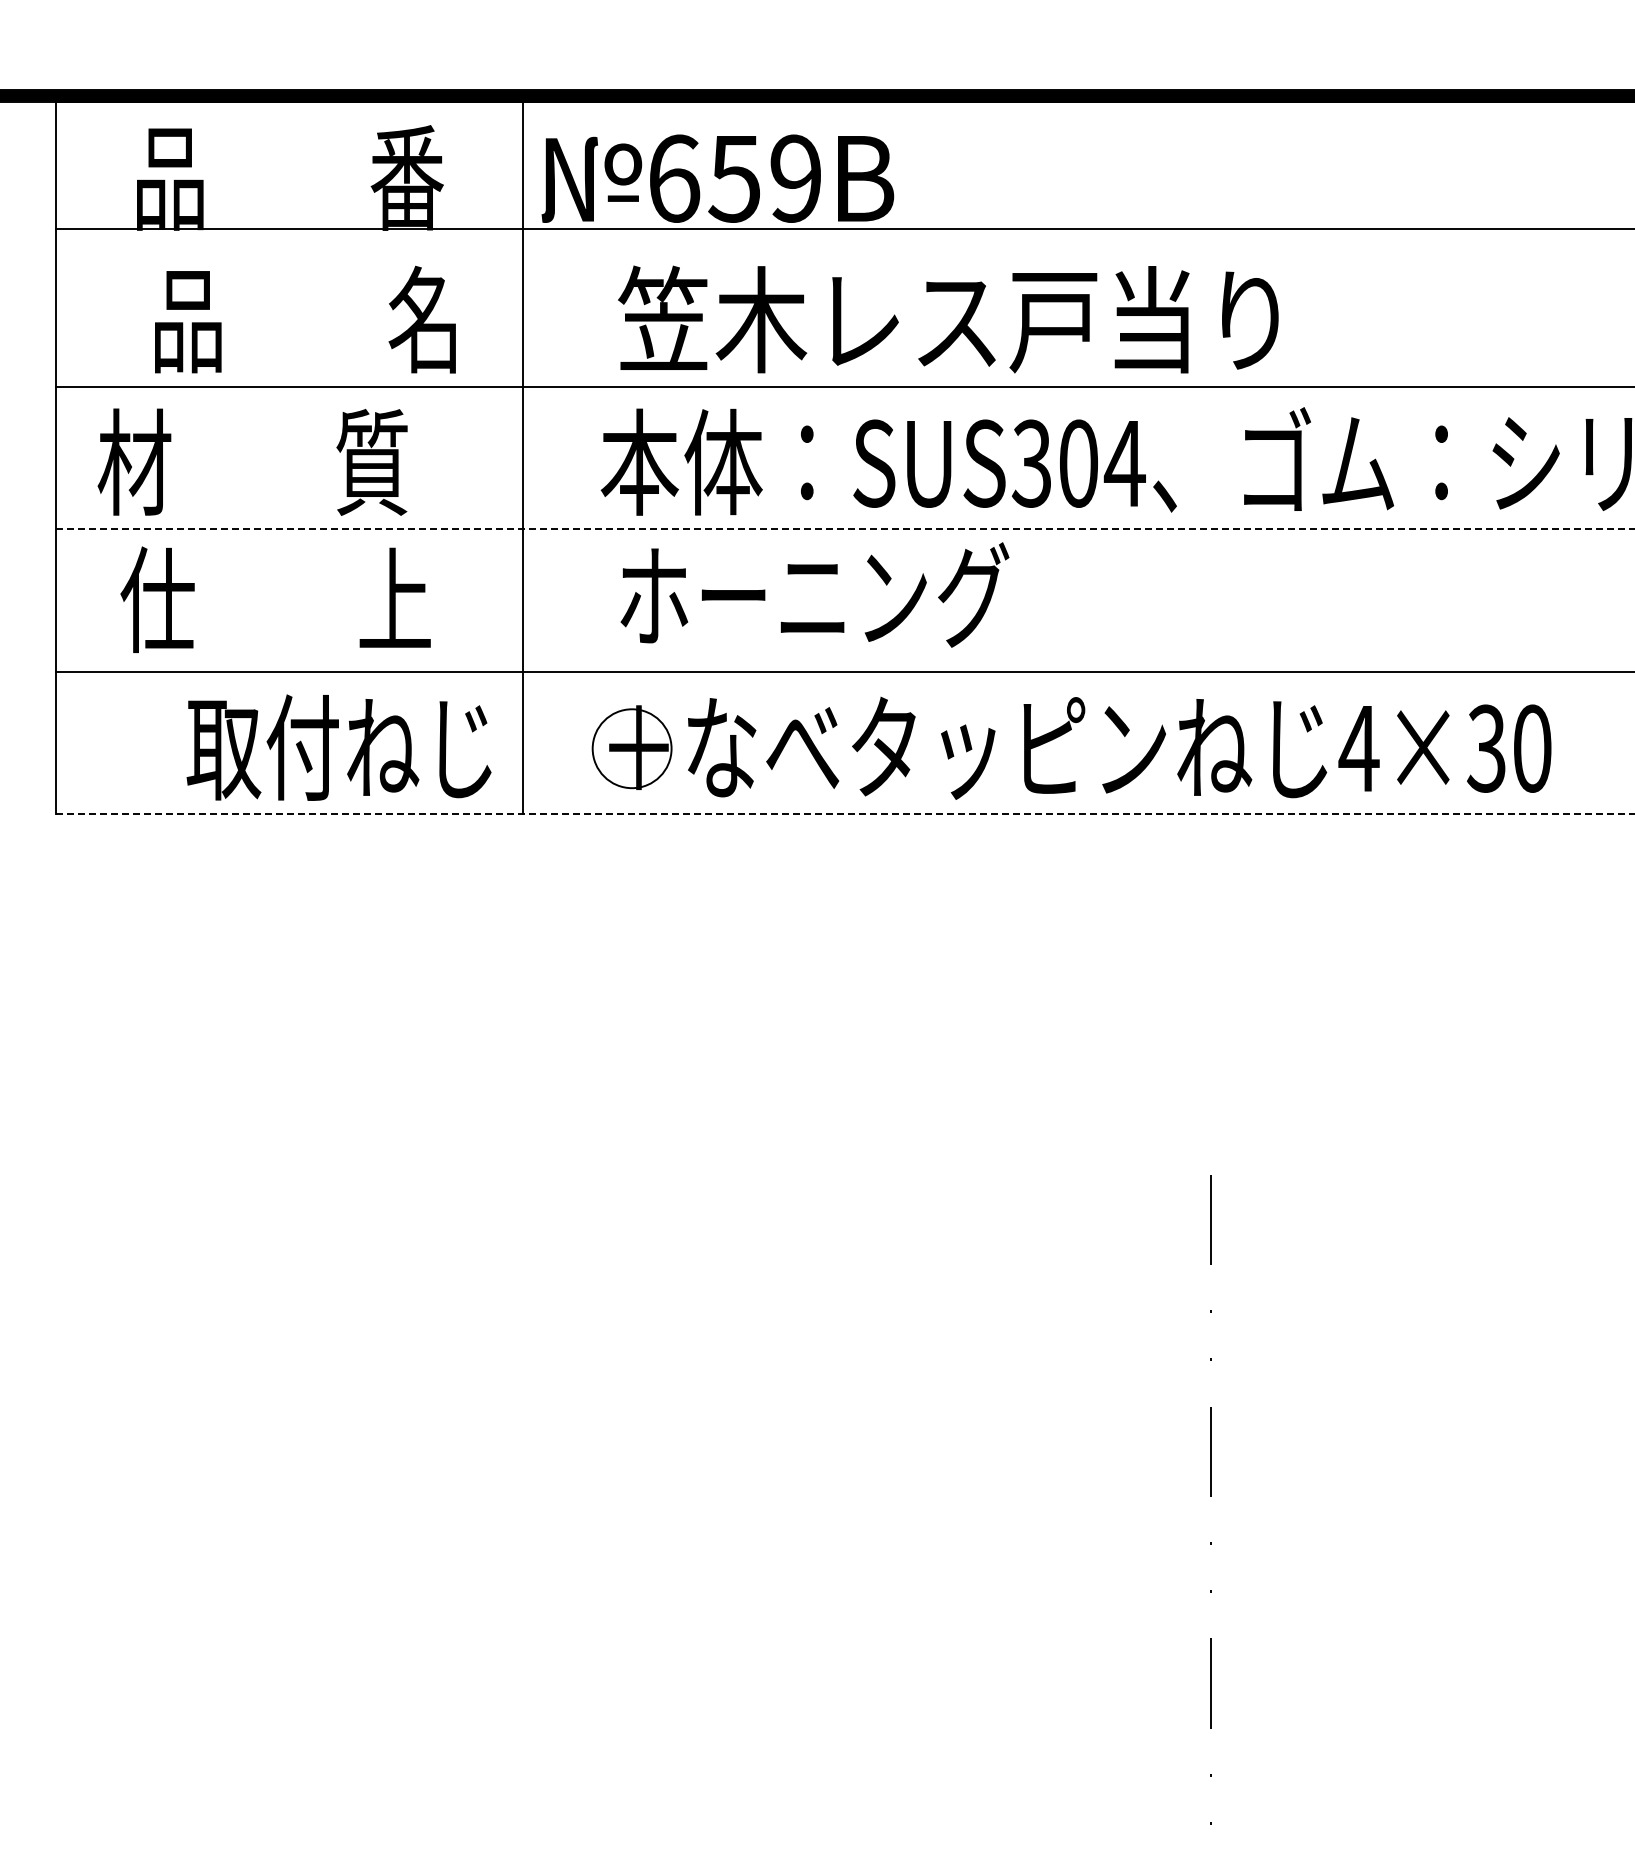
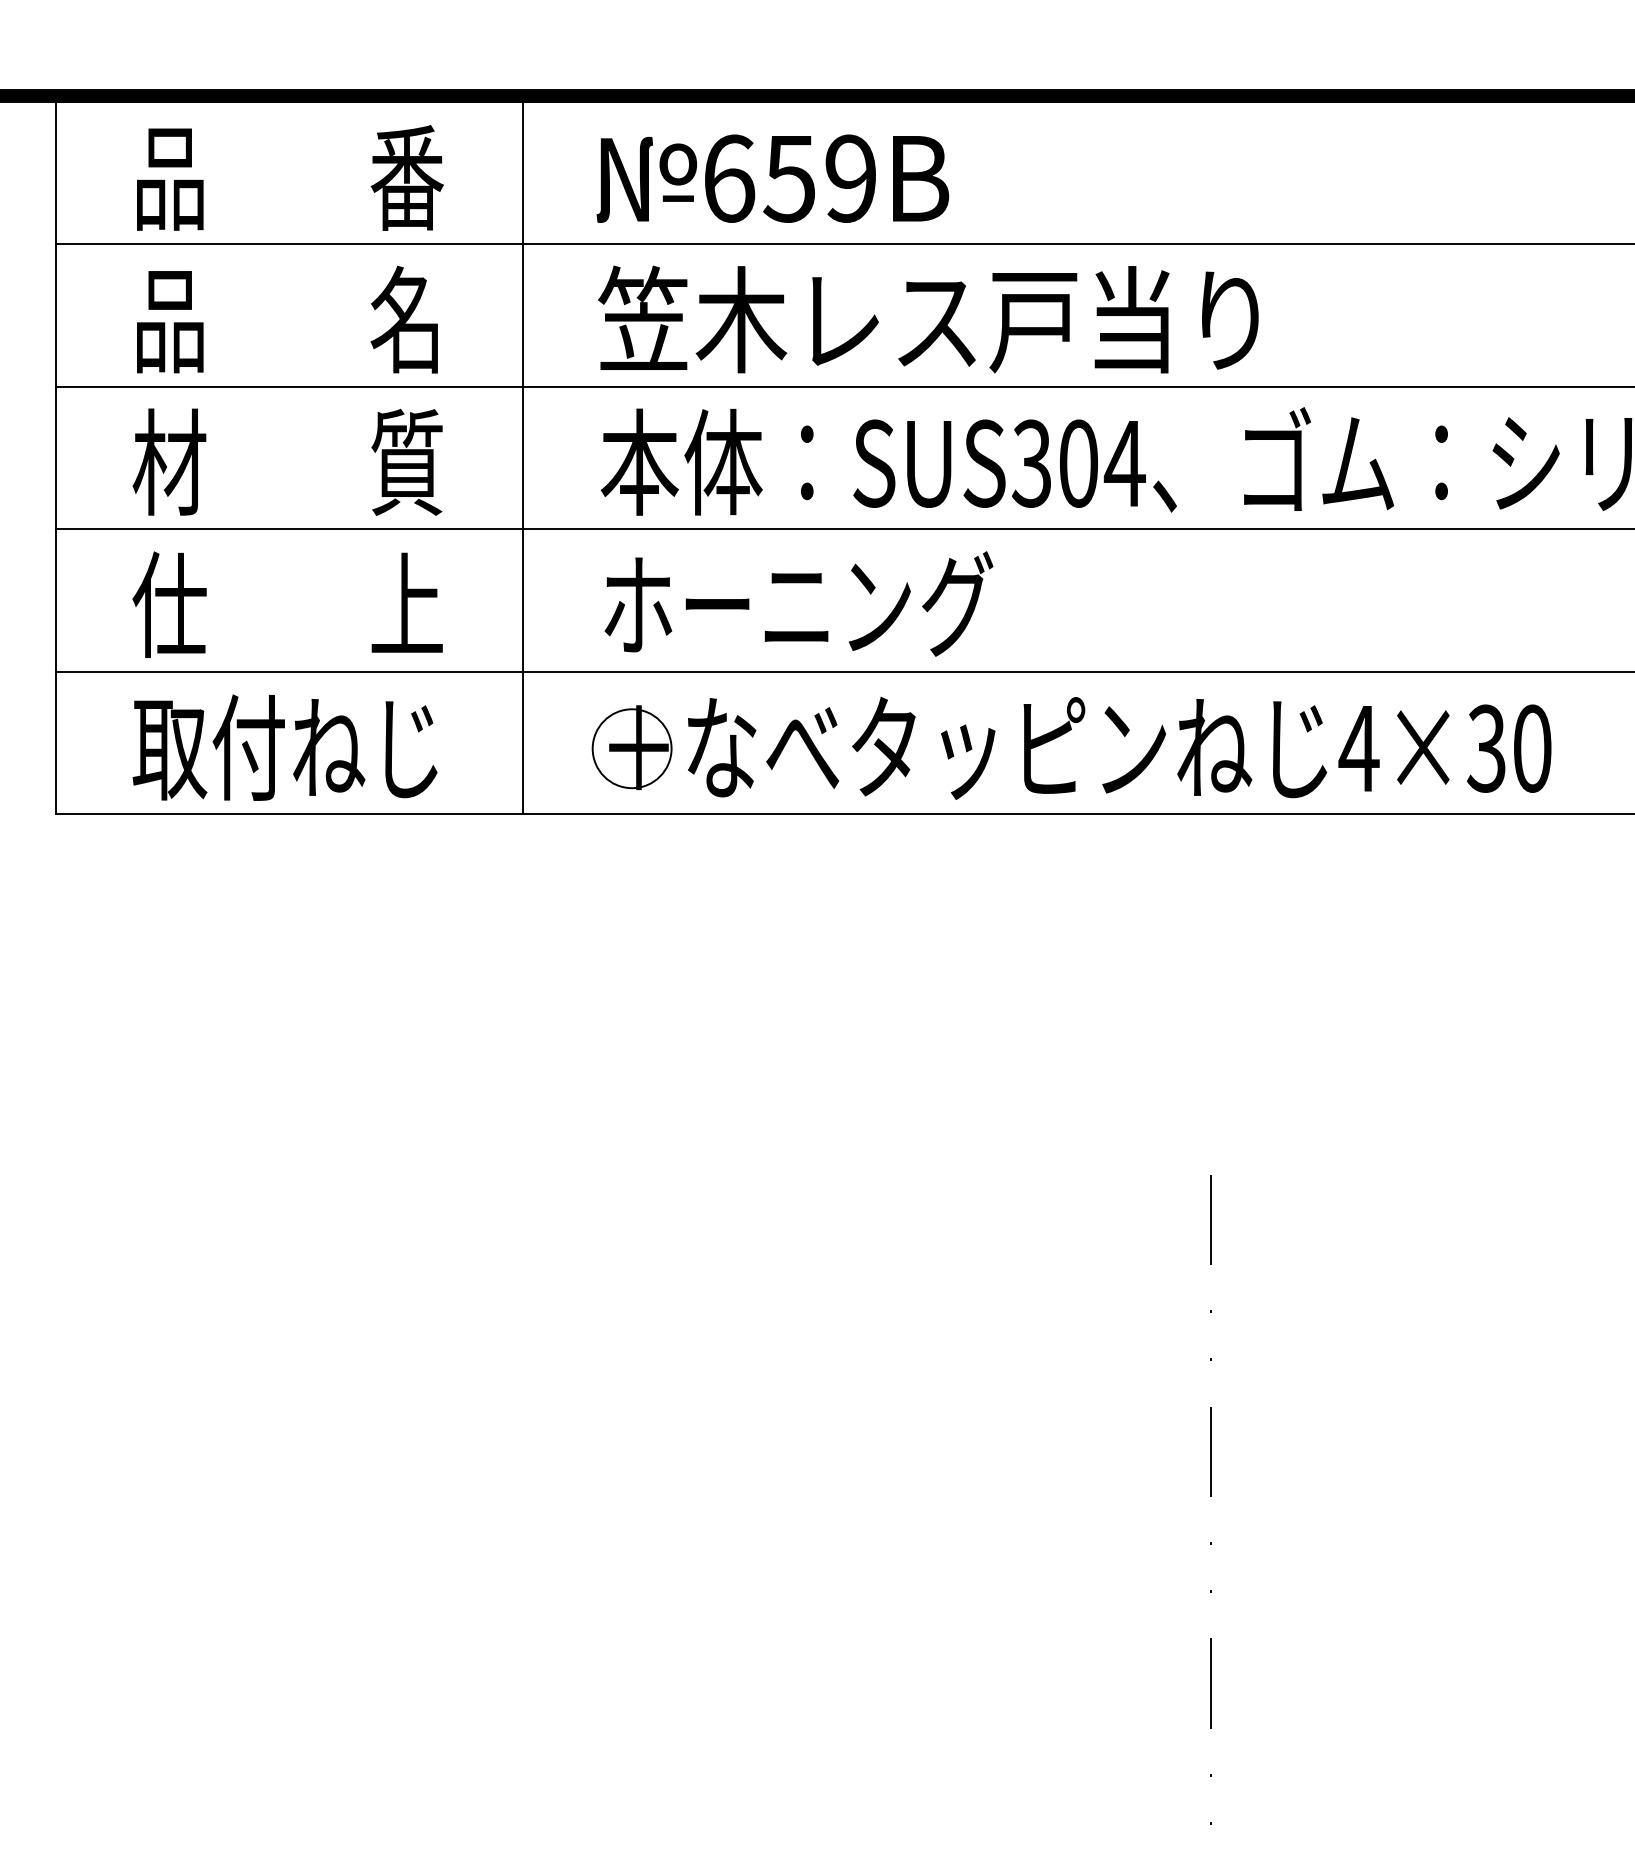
text at (717, 178) position: (717, 178) -> (772, 178)
line at (843, 229) position: (843, 229) -> (843, 244)
text at (305, 319) position: (305, 319) -> (287, 319)
text at (948, 319) position: (948, 319) -> (928, 319)
text at (252, 461) position: (252, 461) -> (287, 461)
line at (845, 529): dashed -> solid
text at (814, 594) position: (814, 594) -> (798, 603)
text at (275, 599) position: (275, 599) -> (287, 604)
text at (338, 747) position: (338, 747) -> (284, 747)
line at (845, 814): dashed -> solid
